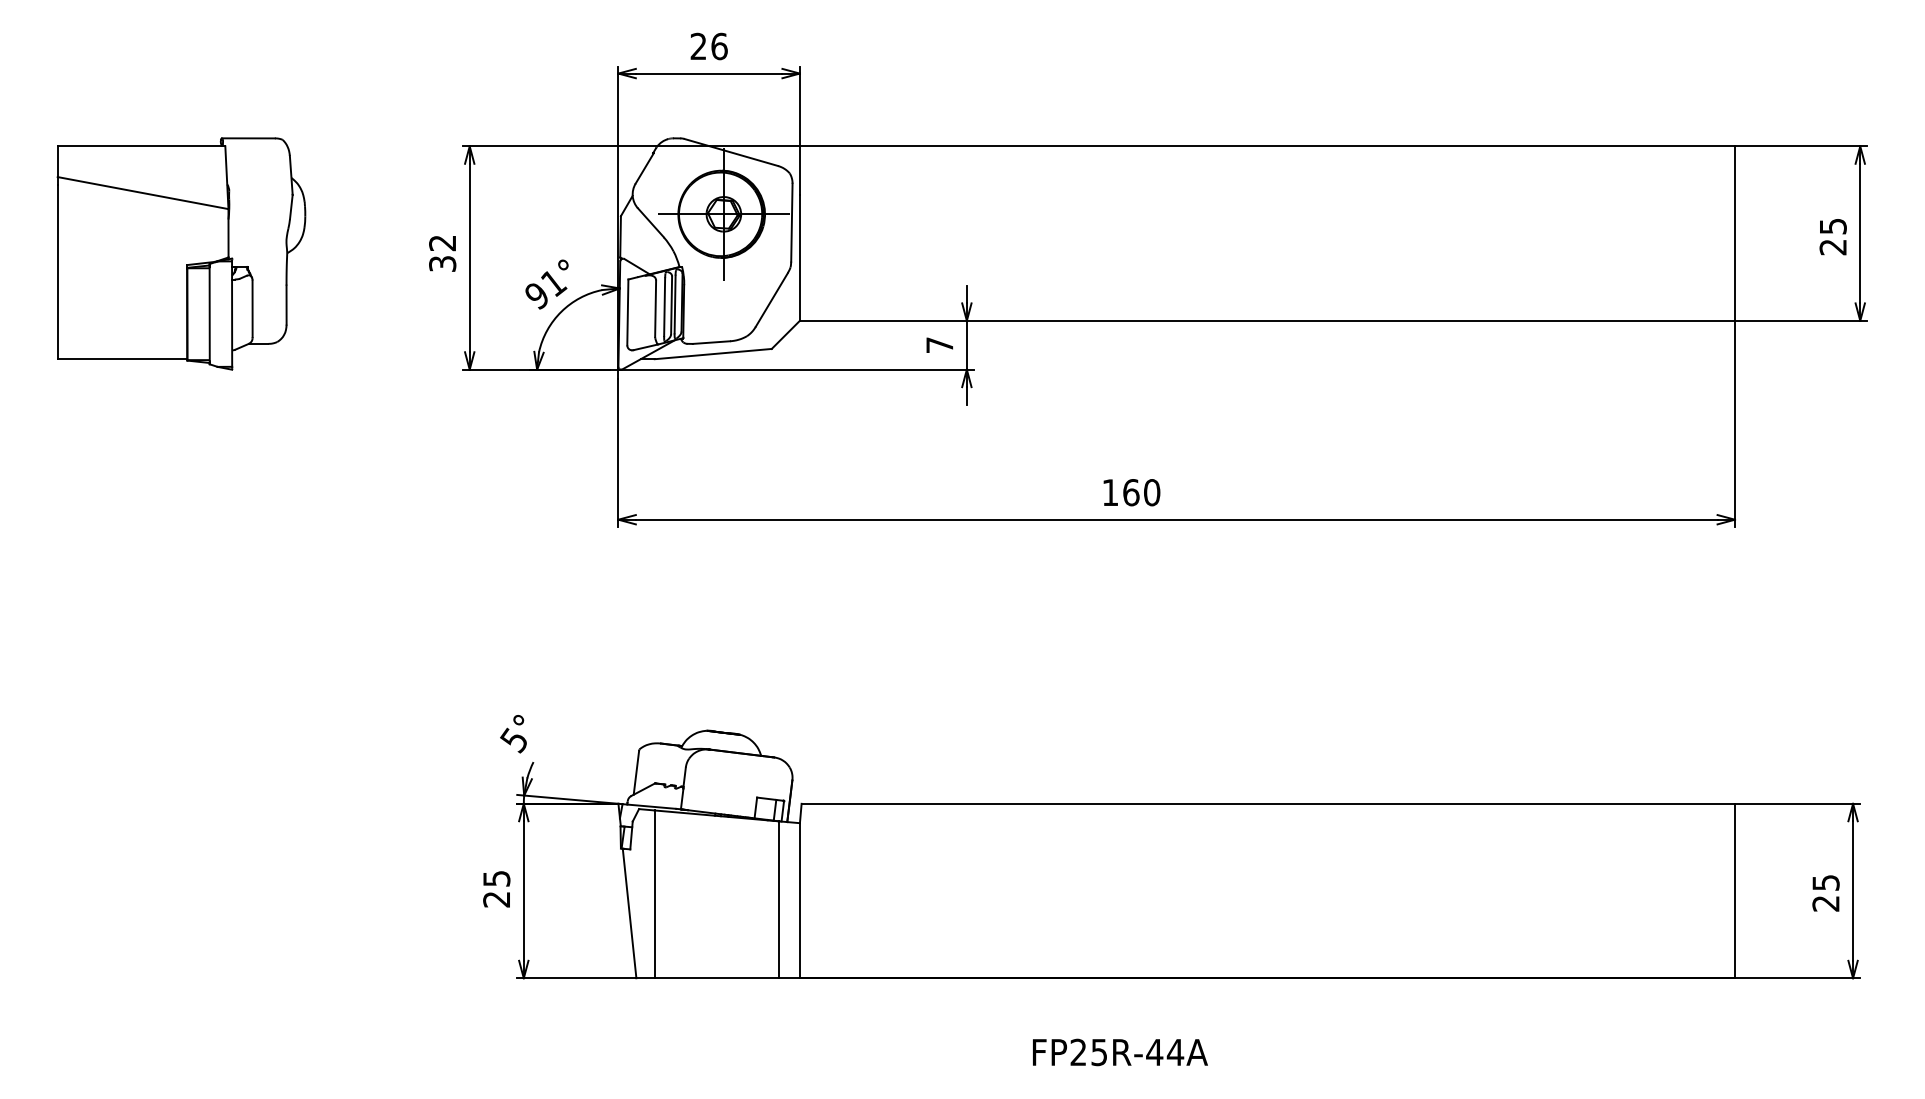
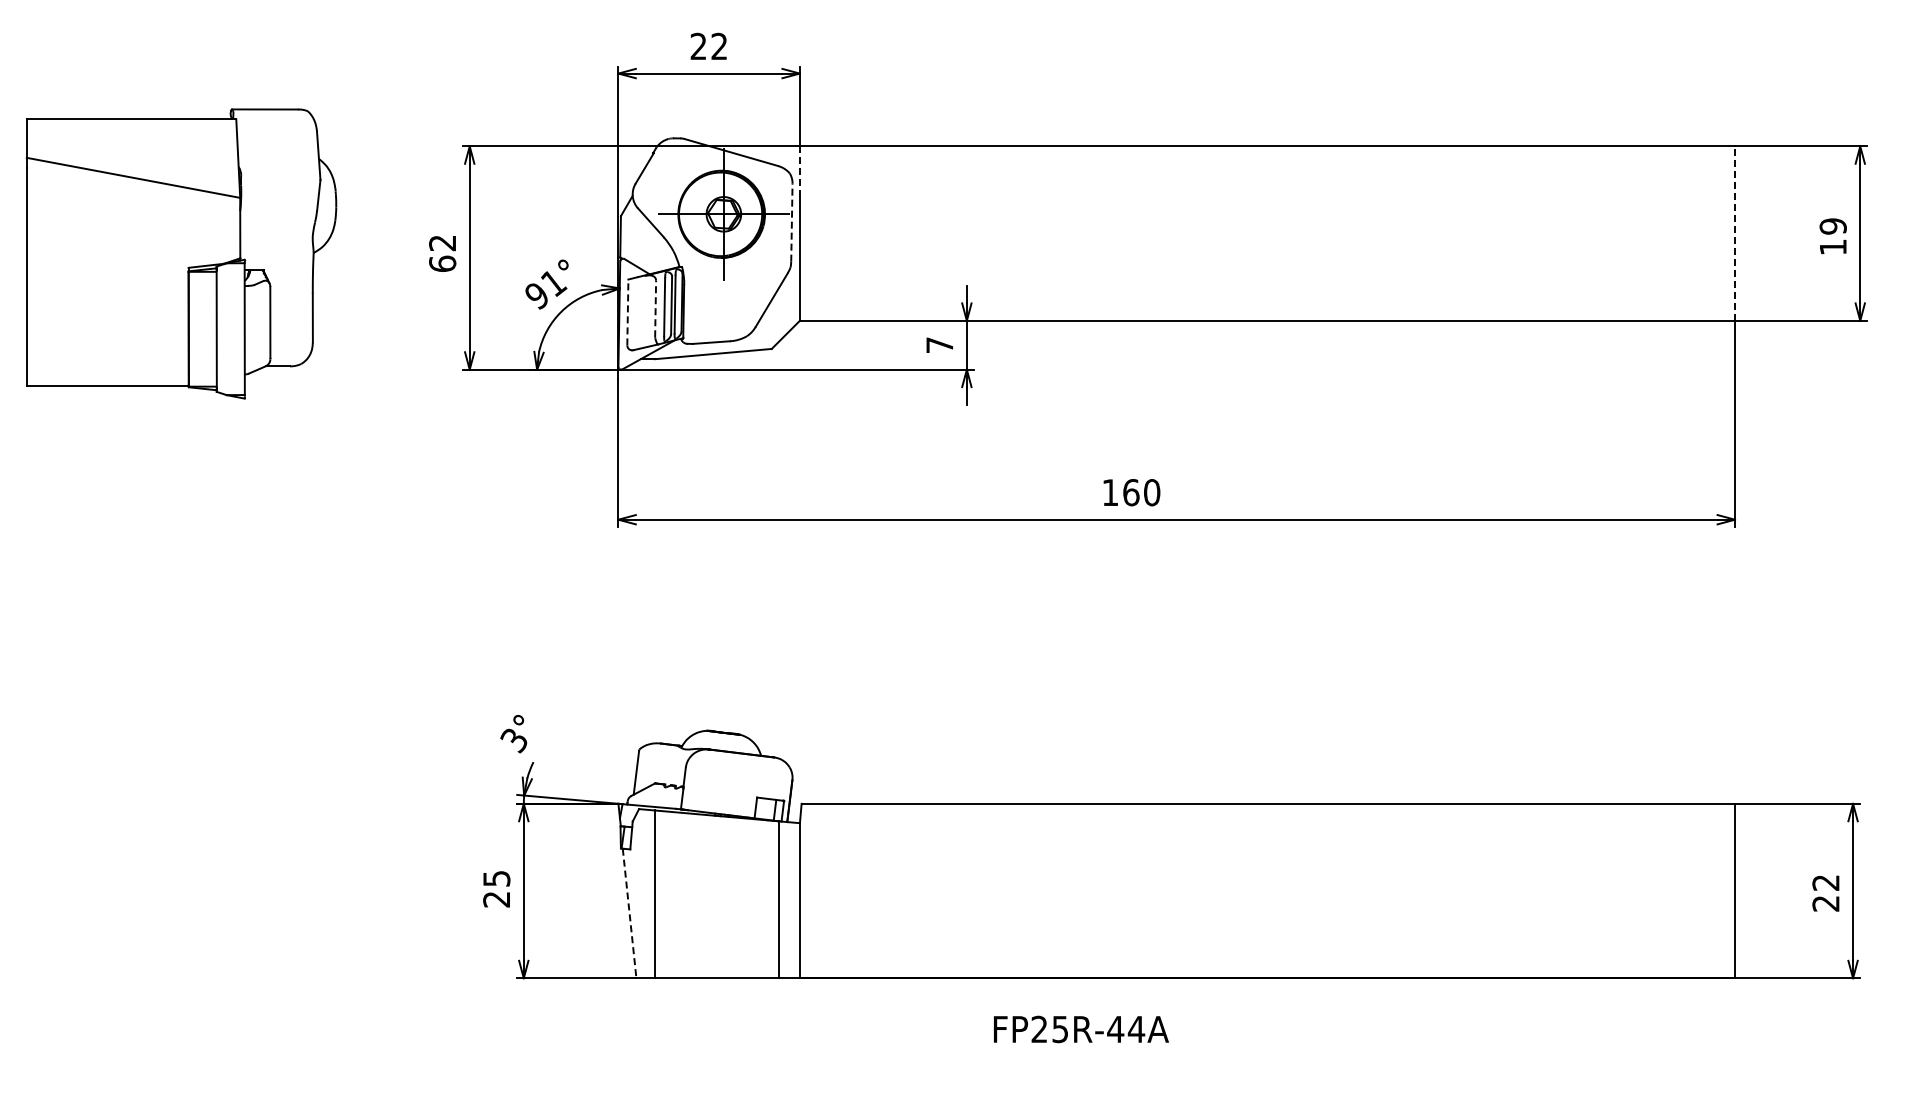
text at (719, 46): 26 -> 22
line at (799, 171): solid -> dashed
line at (791, 222): solid -> dashed
line at (1735, 233): solid -> dashed
text at (1832, 236): 25 -> 19
part at (181, 253) size: 251x234 px -> 313x292 px
text at (442, 263): 32 -> 62
line at (655, 308): solid -> dashed
line at (627, 312): solid -> dashed
text at (513, 740): 5° -> 3°
text at (1825, 882): 25 -> 22
line at (629, 913): solid -> dashed
text at (1120, 1052) position: (1120, 1052) -> (1081, 1029)
